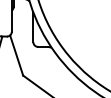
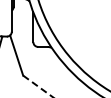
line at (38, 86): solid -> dashed
